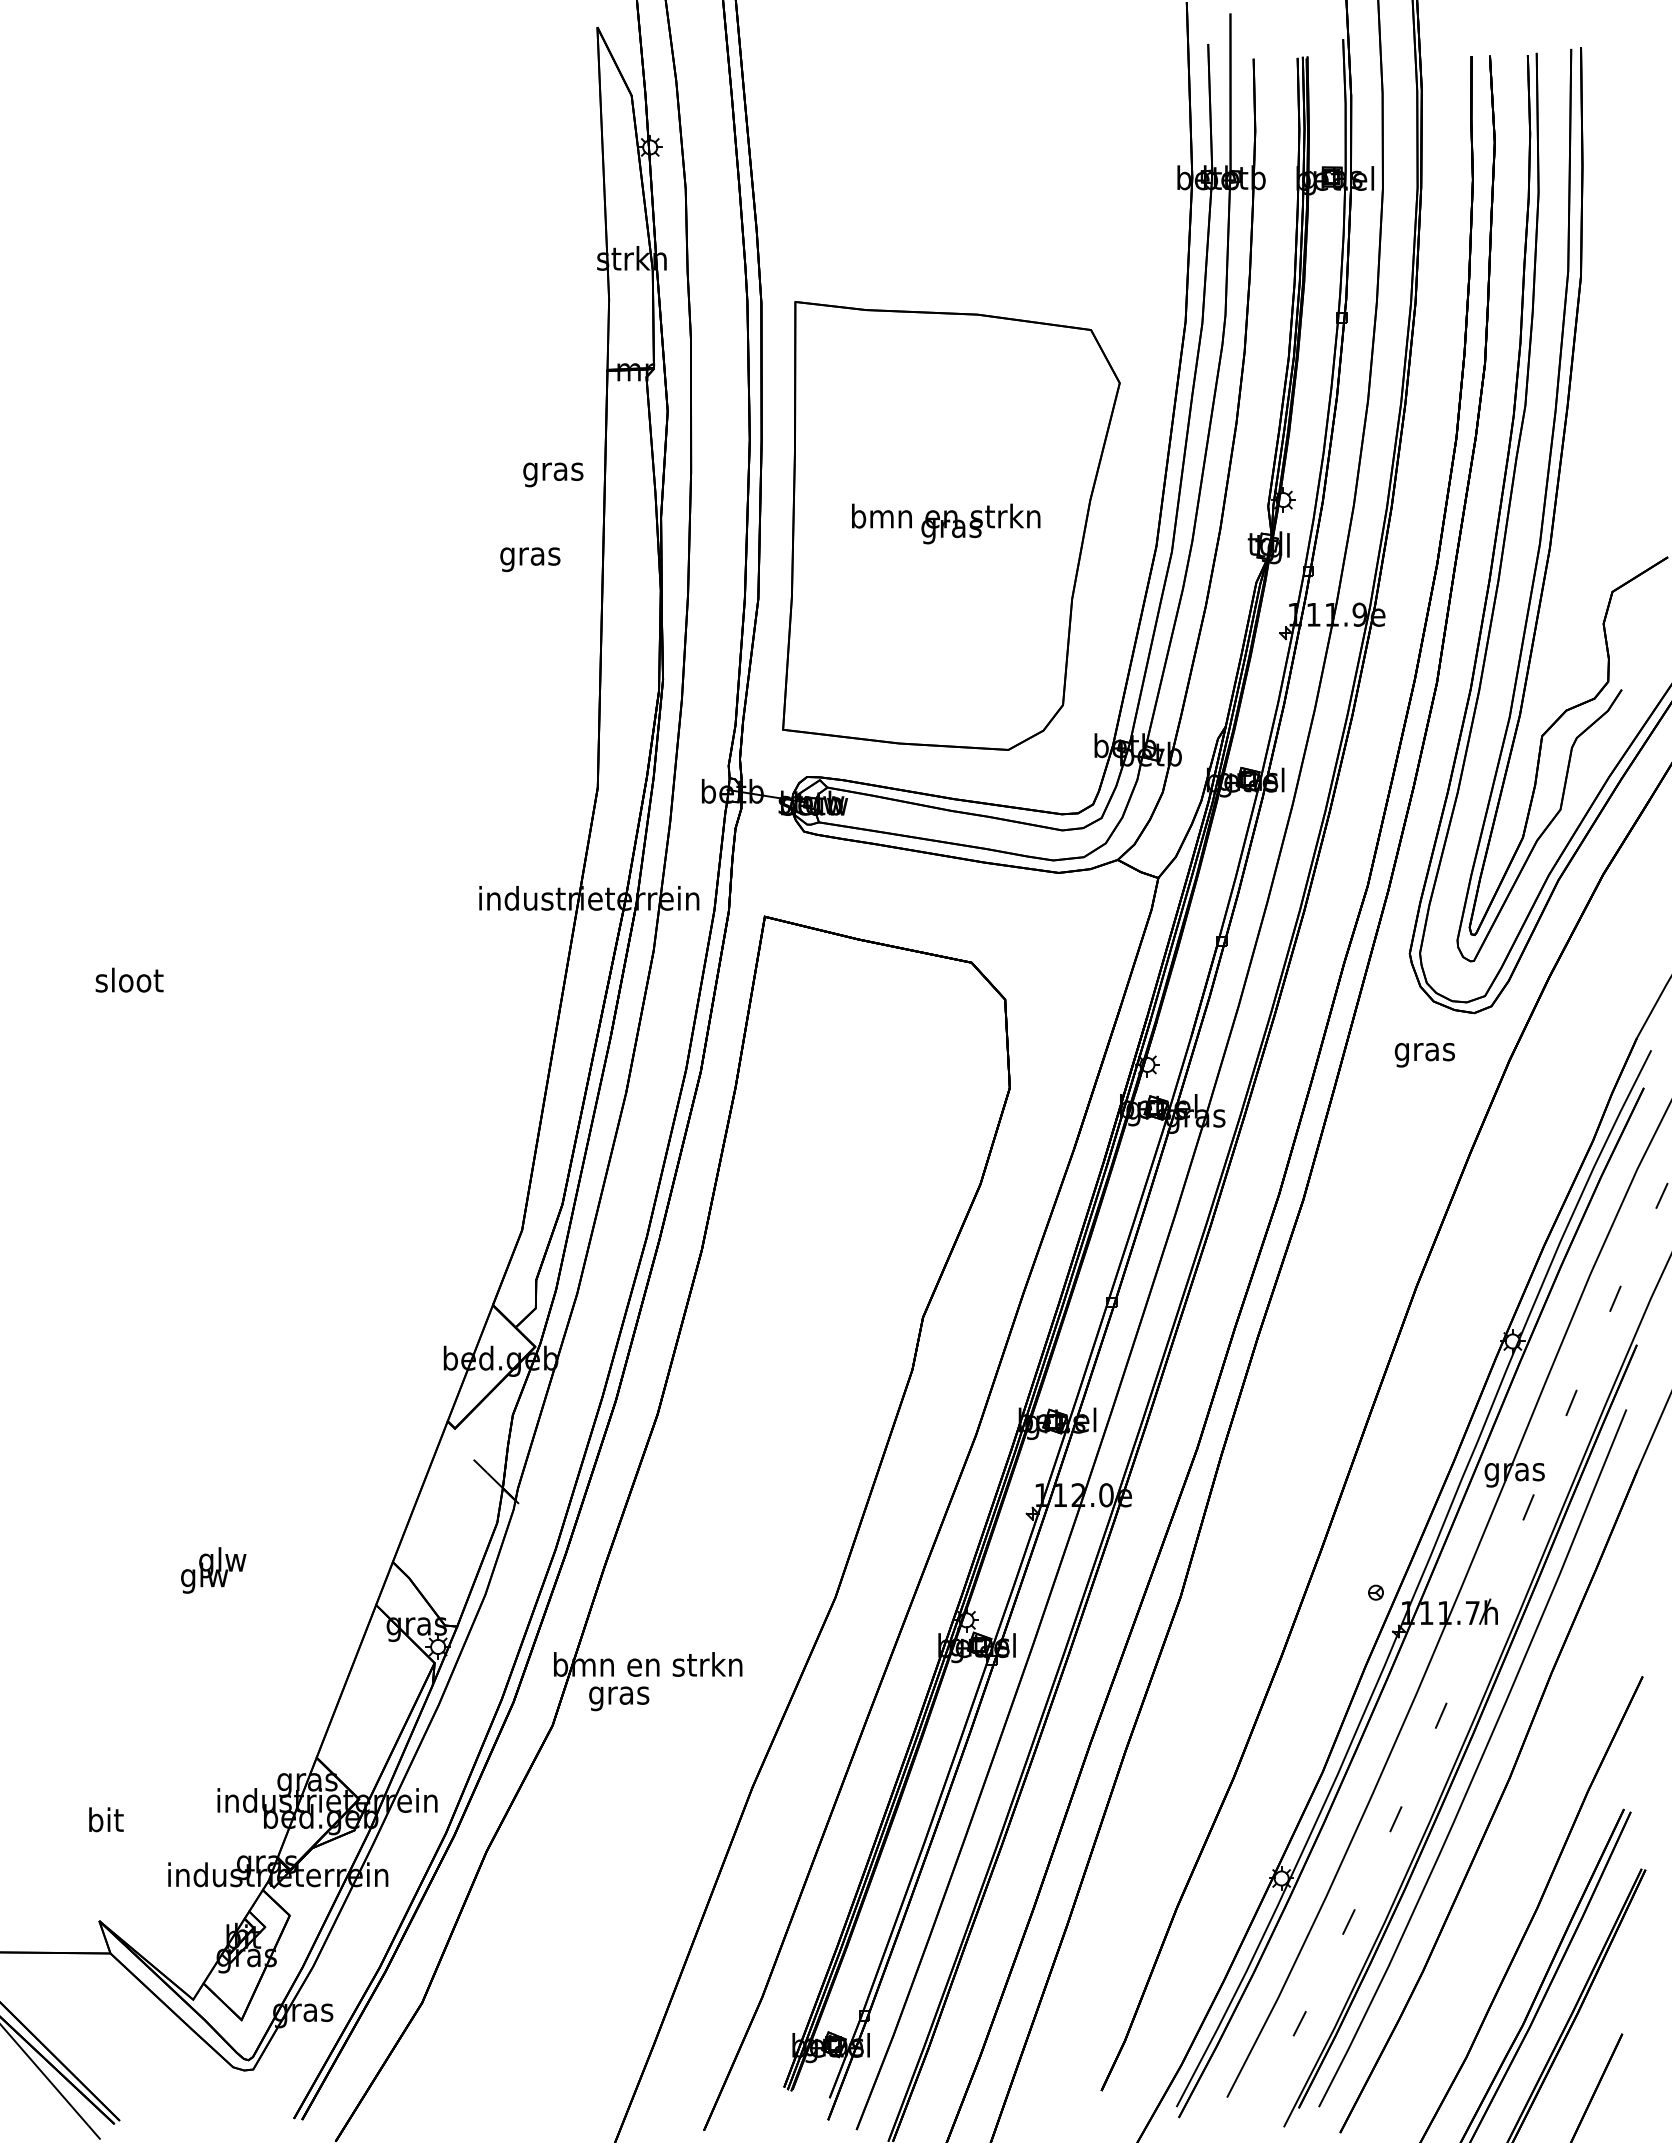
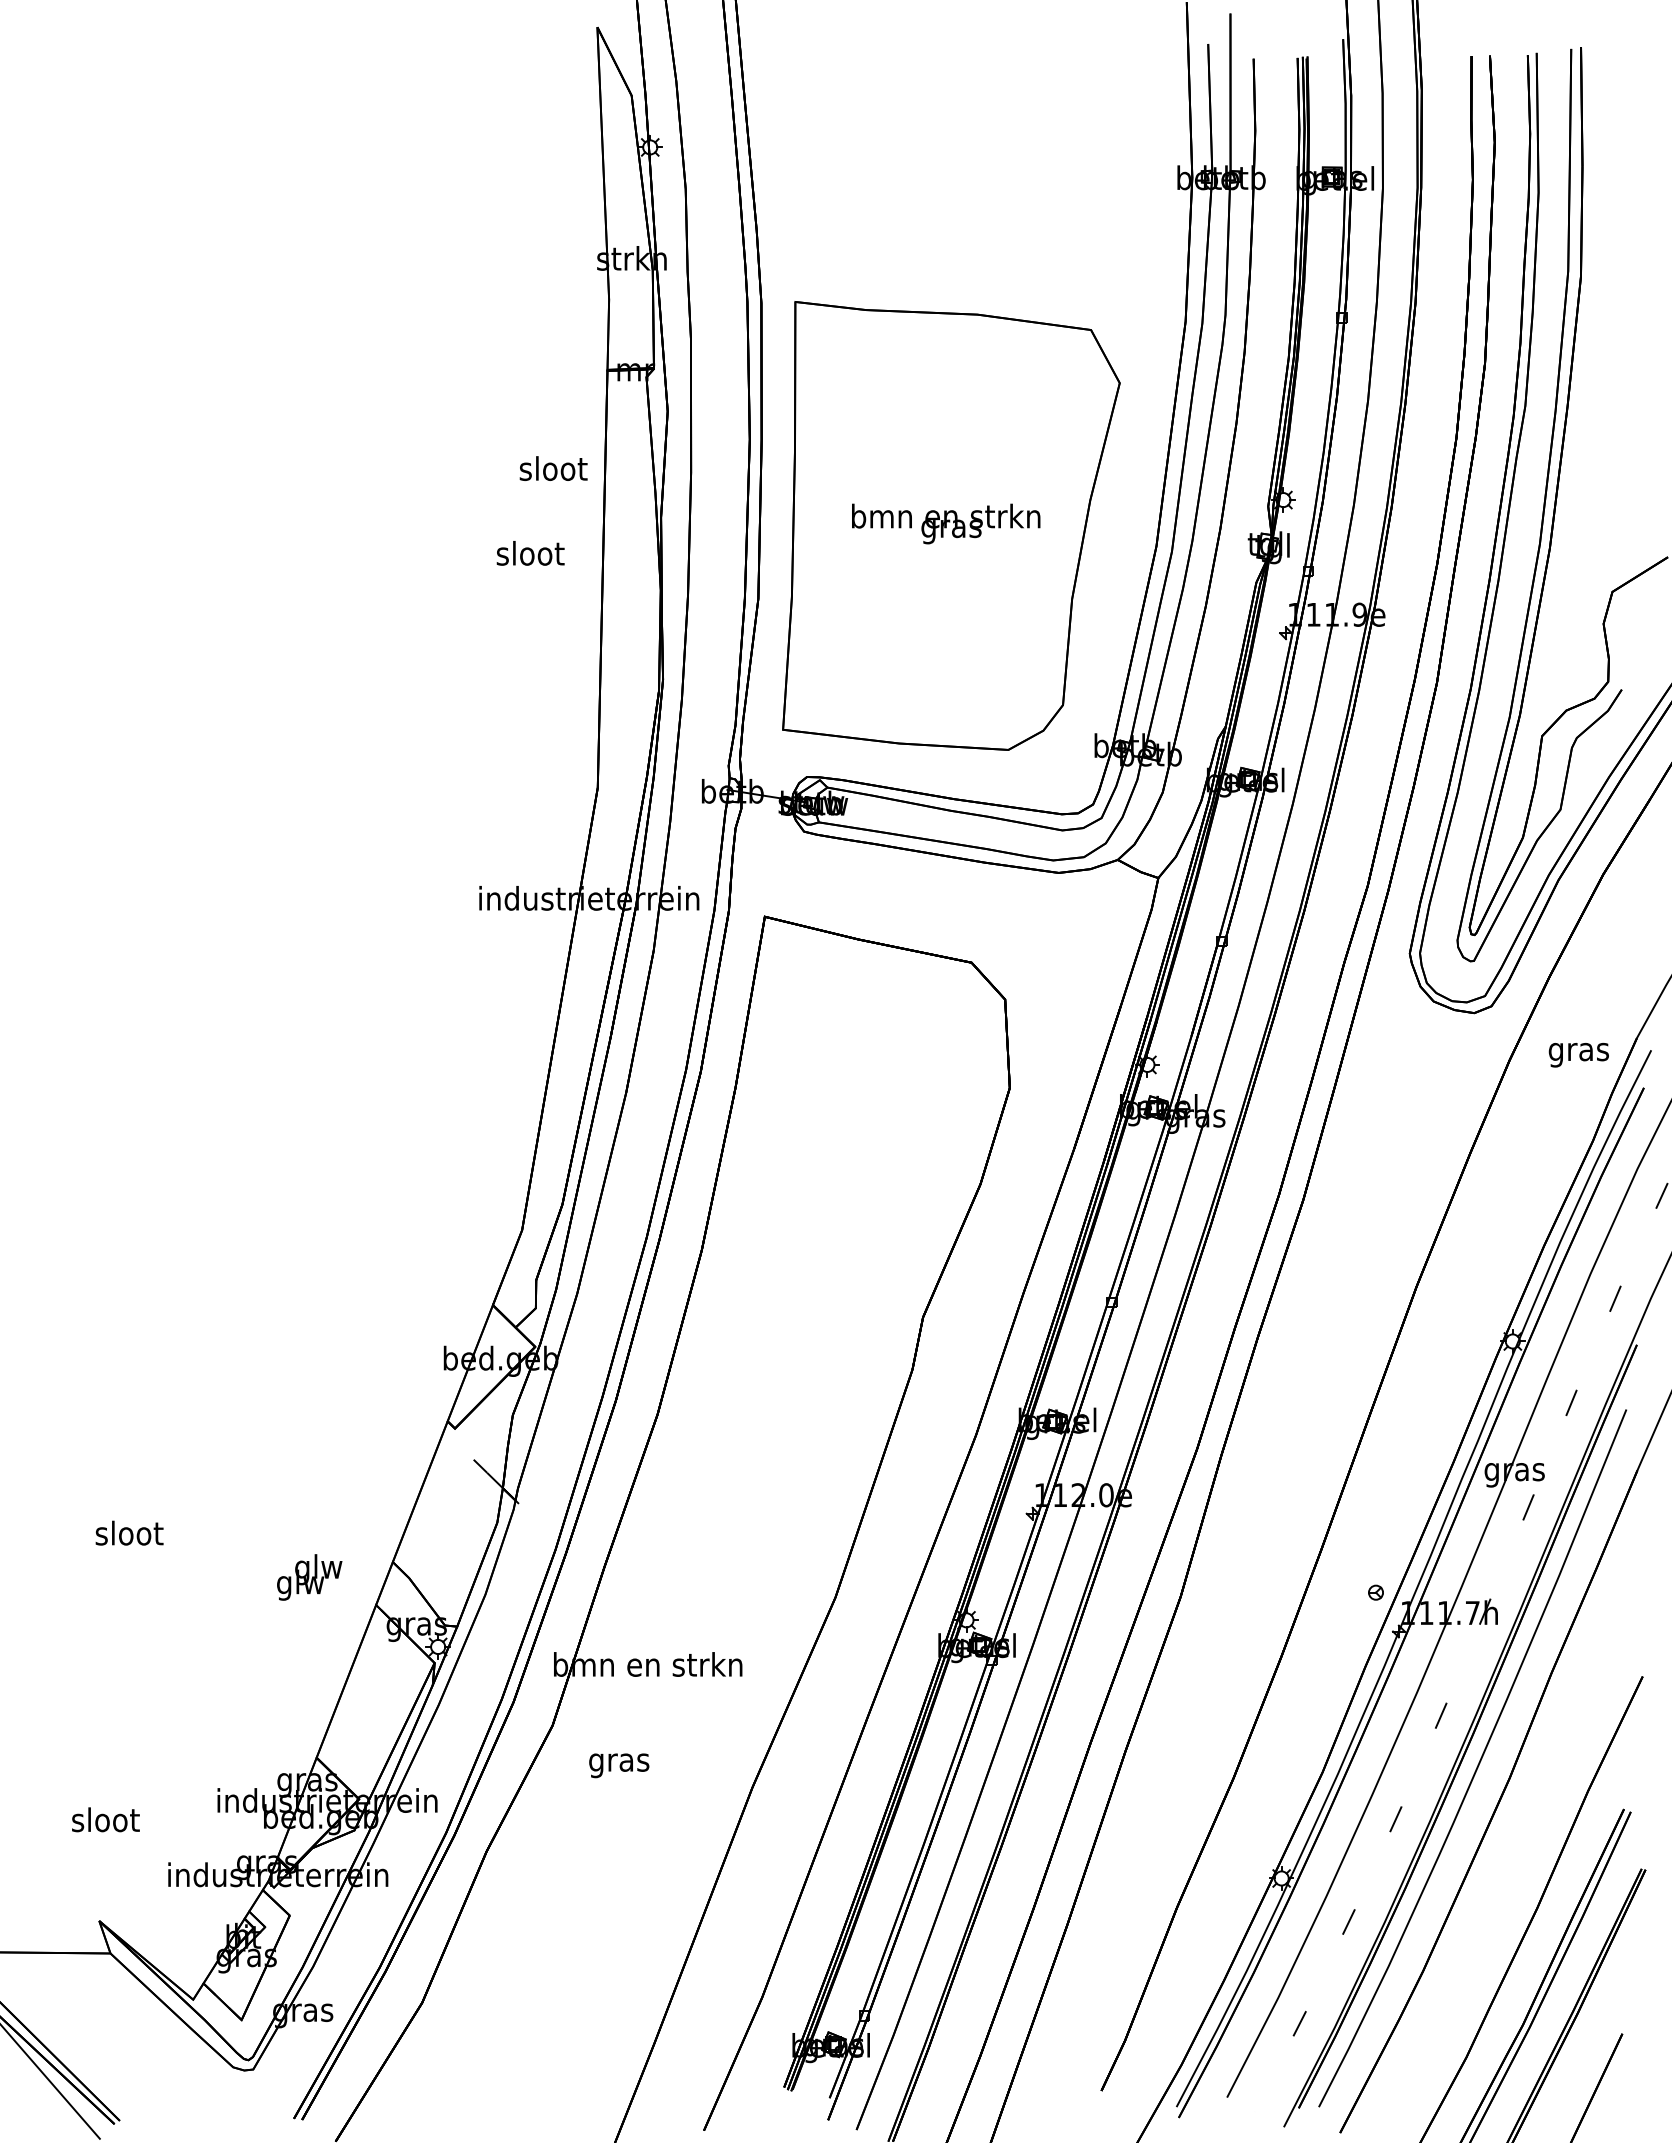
text at (553, 471): gras -> sloot
text at (530, 556): gras -> sloot
text at (129, 979) position: (129, 979) -> (129, 1532)
text at (1424, 1055) position: (1424, 1055) -> (1578, 1055)
text at (213, 1570) position: (213, 1570) -> (309, 1577)
text at (619, 1698) position: (619, 1698) -> (619, 1765)
text at (105, 1819): bit -> sloot
